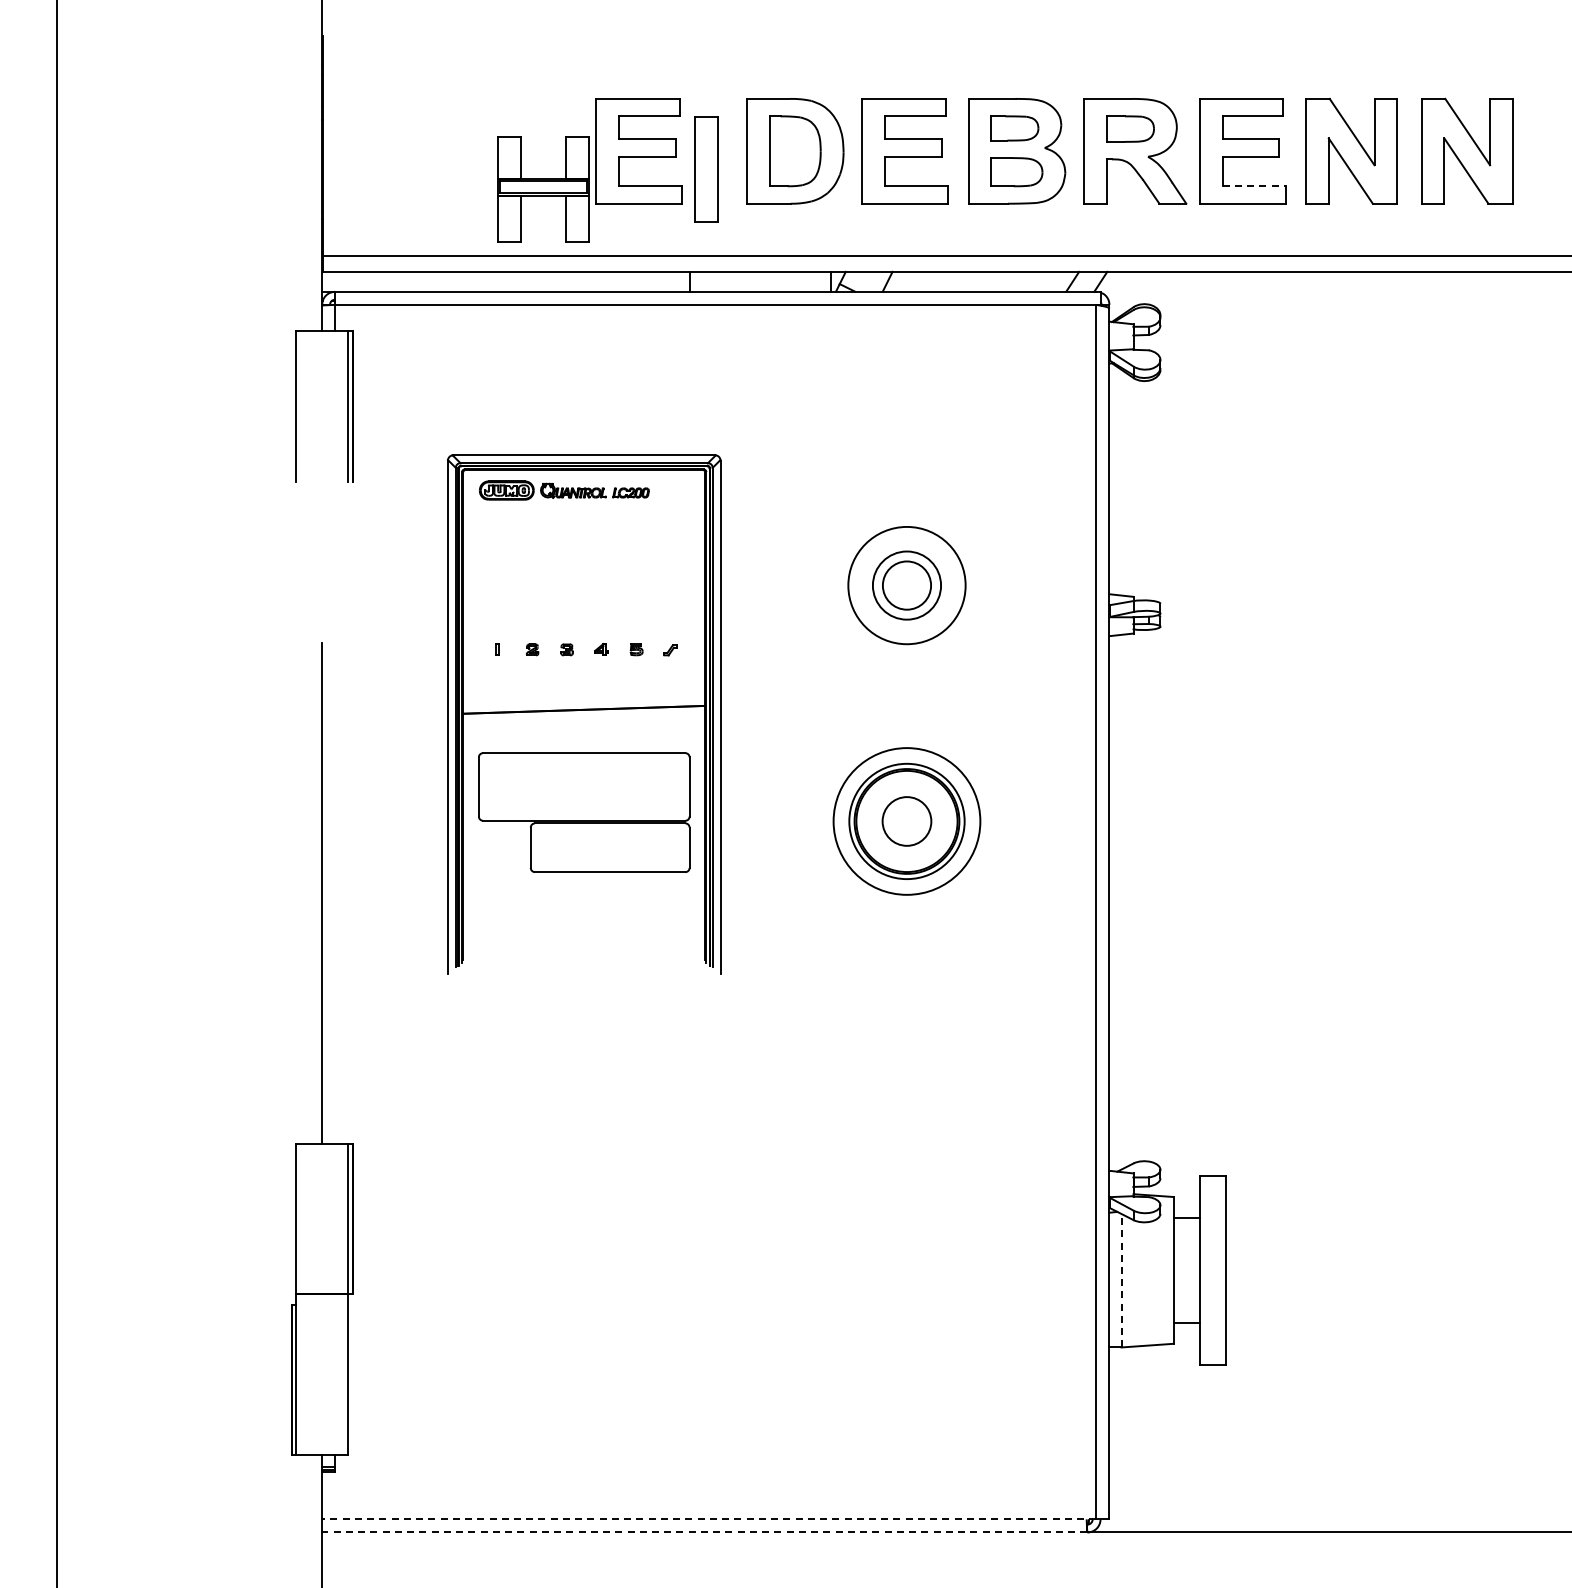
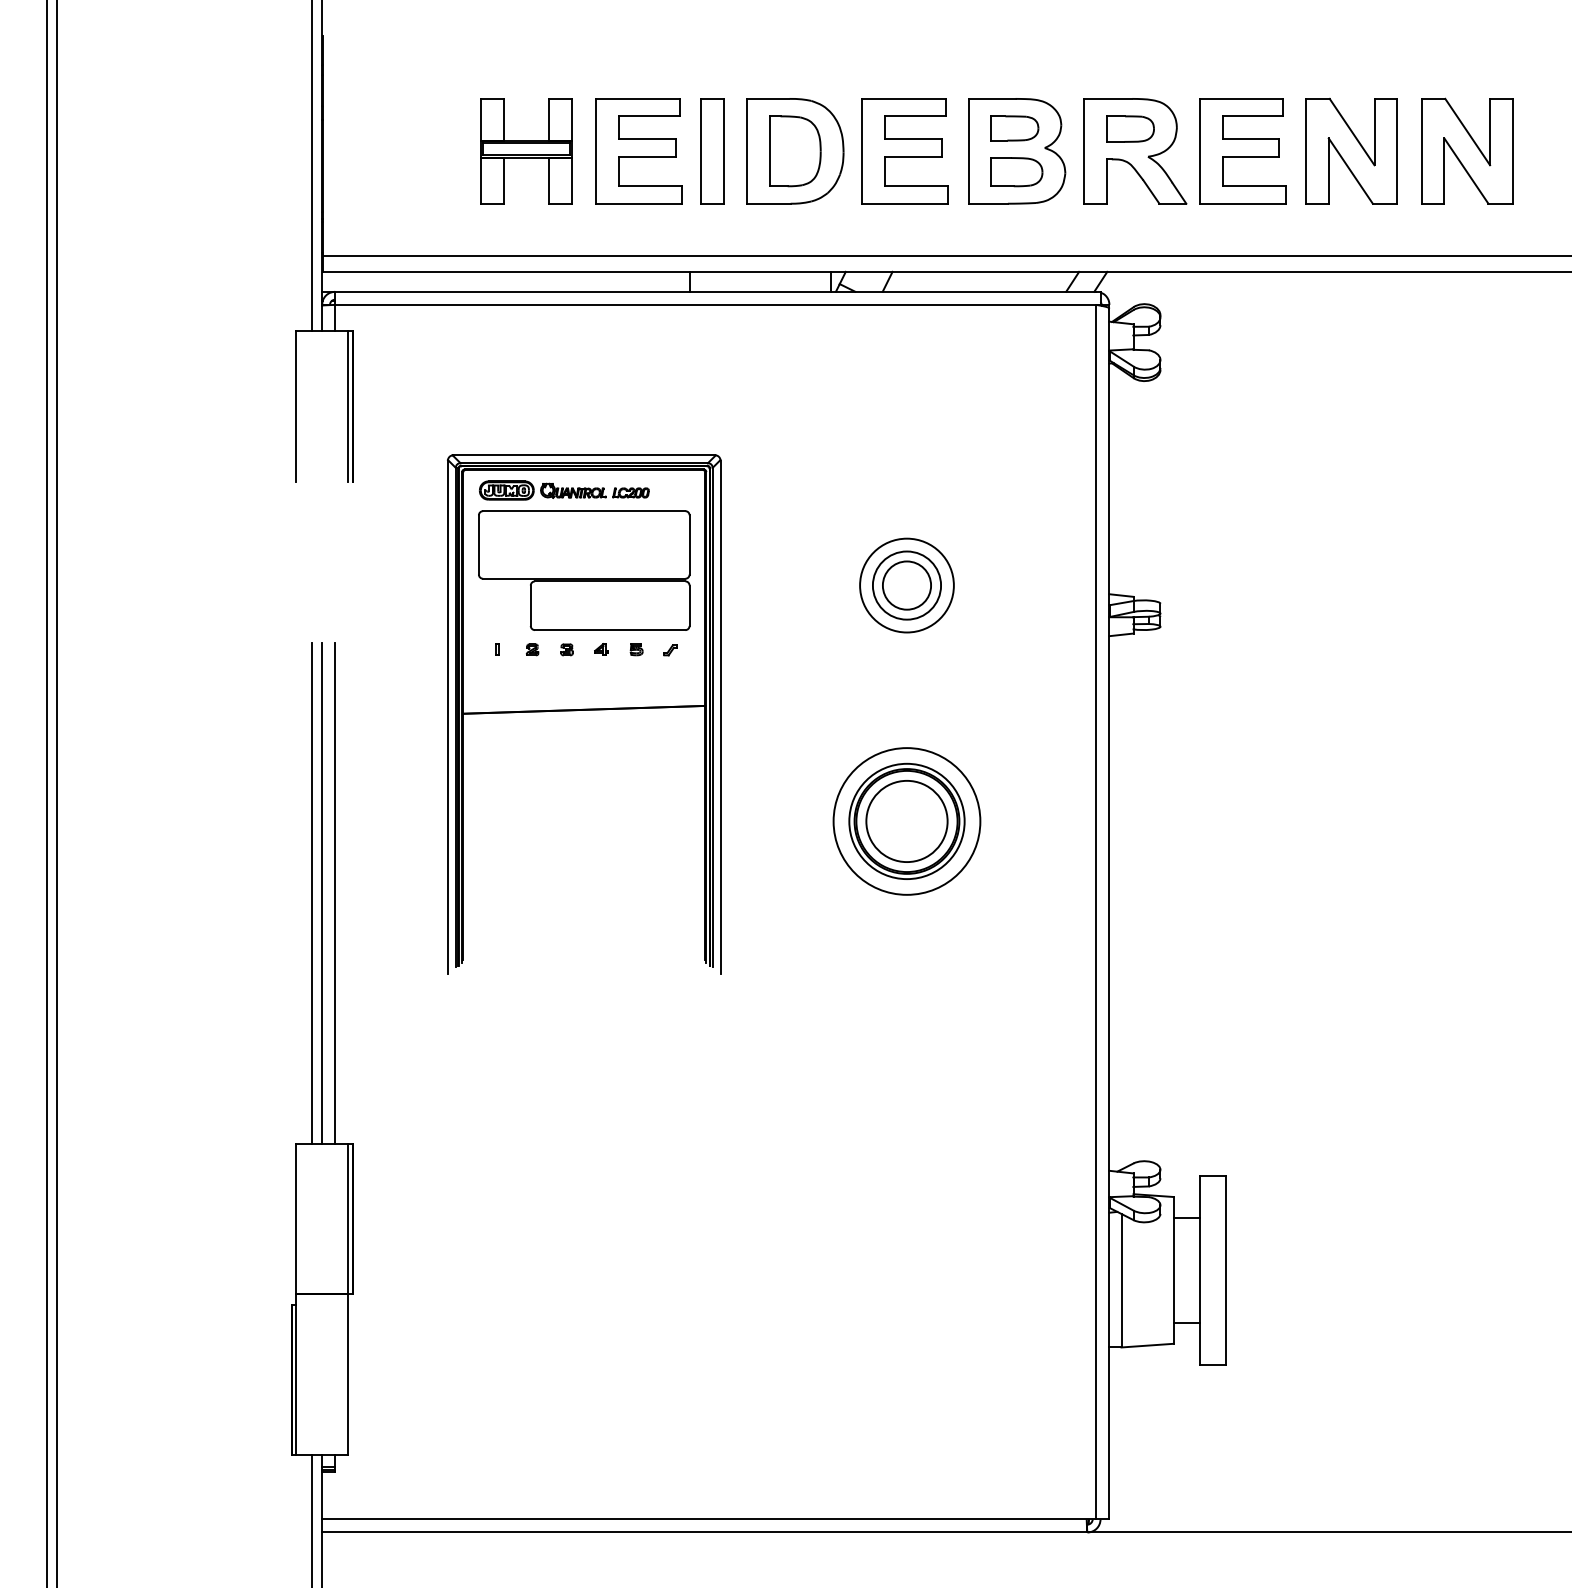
line at (311, 166): none -> present
part at (706, 169) position: (706, 169) -> (712, 151)
line at (1254, 186): dashed -> solid
part at (543, 189) position: (543, 189) -> (526, 151)
circle at (906, 585) diameter: 117 px -> 94 px
line at (46, 793): none -> present
part at (584, 812) position: (584, 812) -> (584, 570)
circle at (906, 821) diameter: 49 px -> 81 px
line at (311, 892): none -> present
line at (335, 892): none -> present
line at (1121, 1280): dashed -> solid
line at (311, 1519): none -> present
line at (708, 1519): dashed -> solid
line at (704, 1532): dashed -> solid
